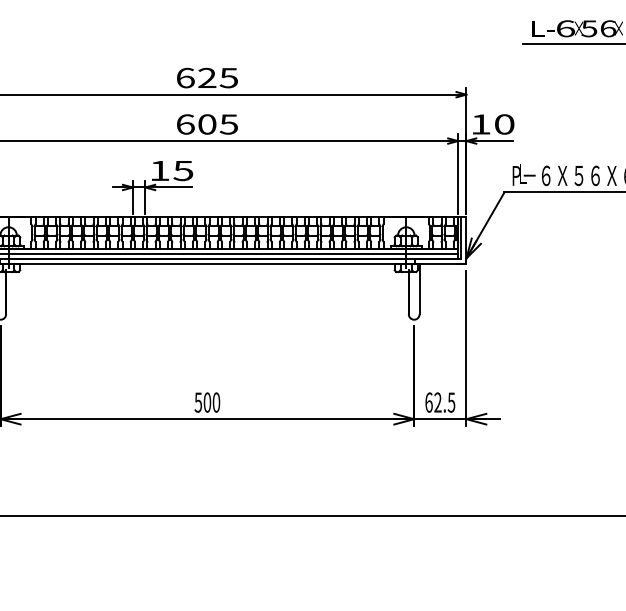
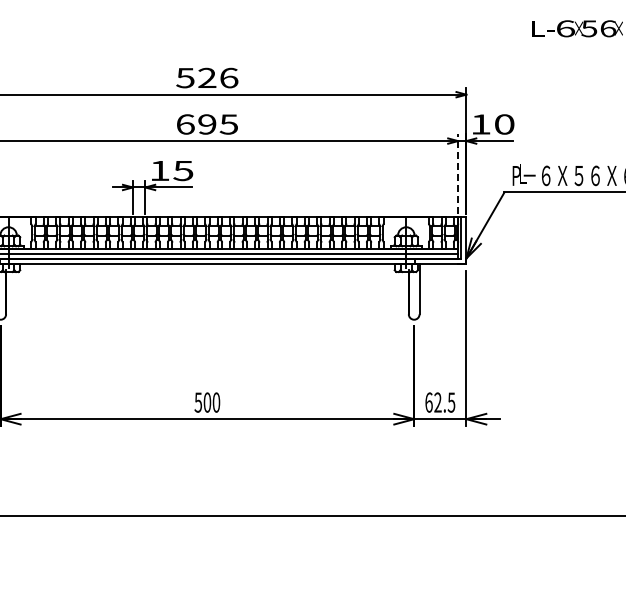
line at (572, 43): present -> none
text at (207, 77): 625 -> 526
text at (207, 124): 605 -> 695
line at (458, 174): solid -> dashed
